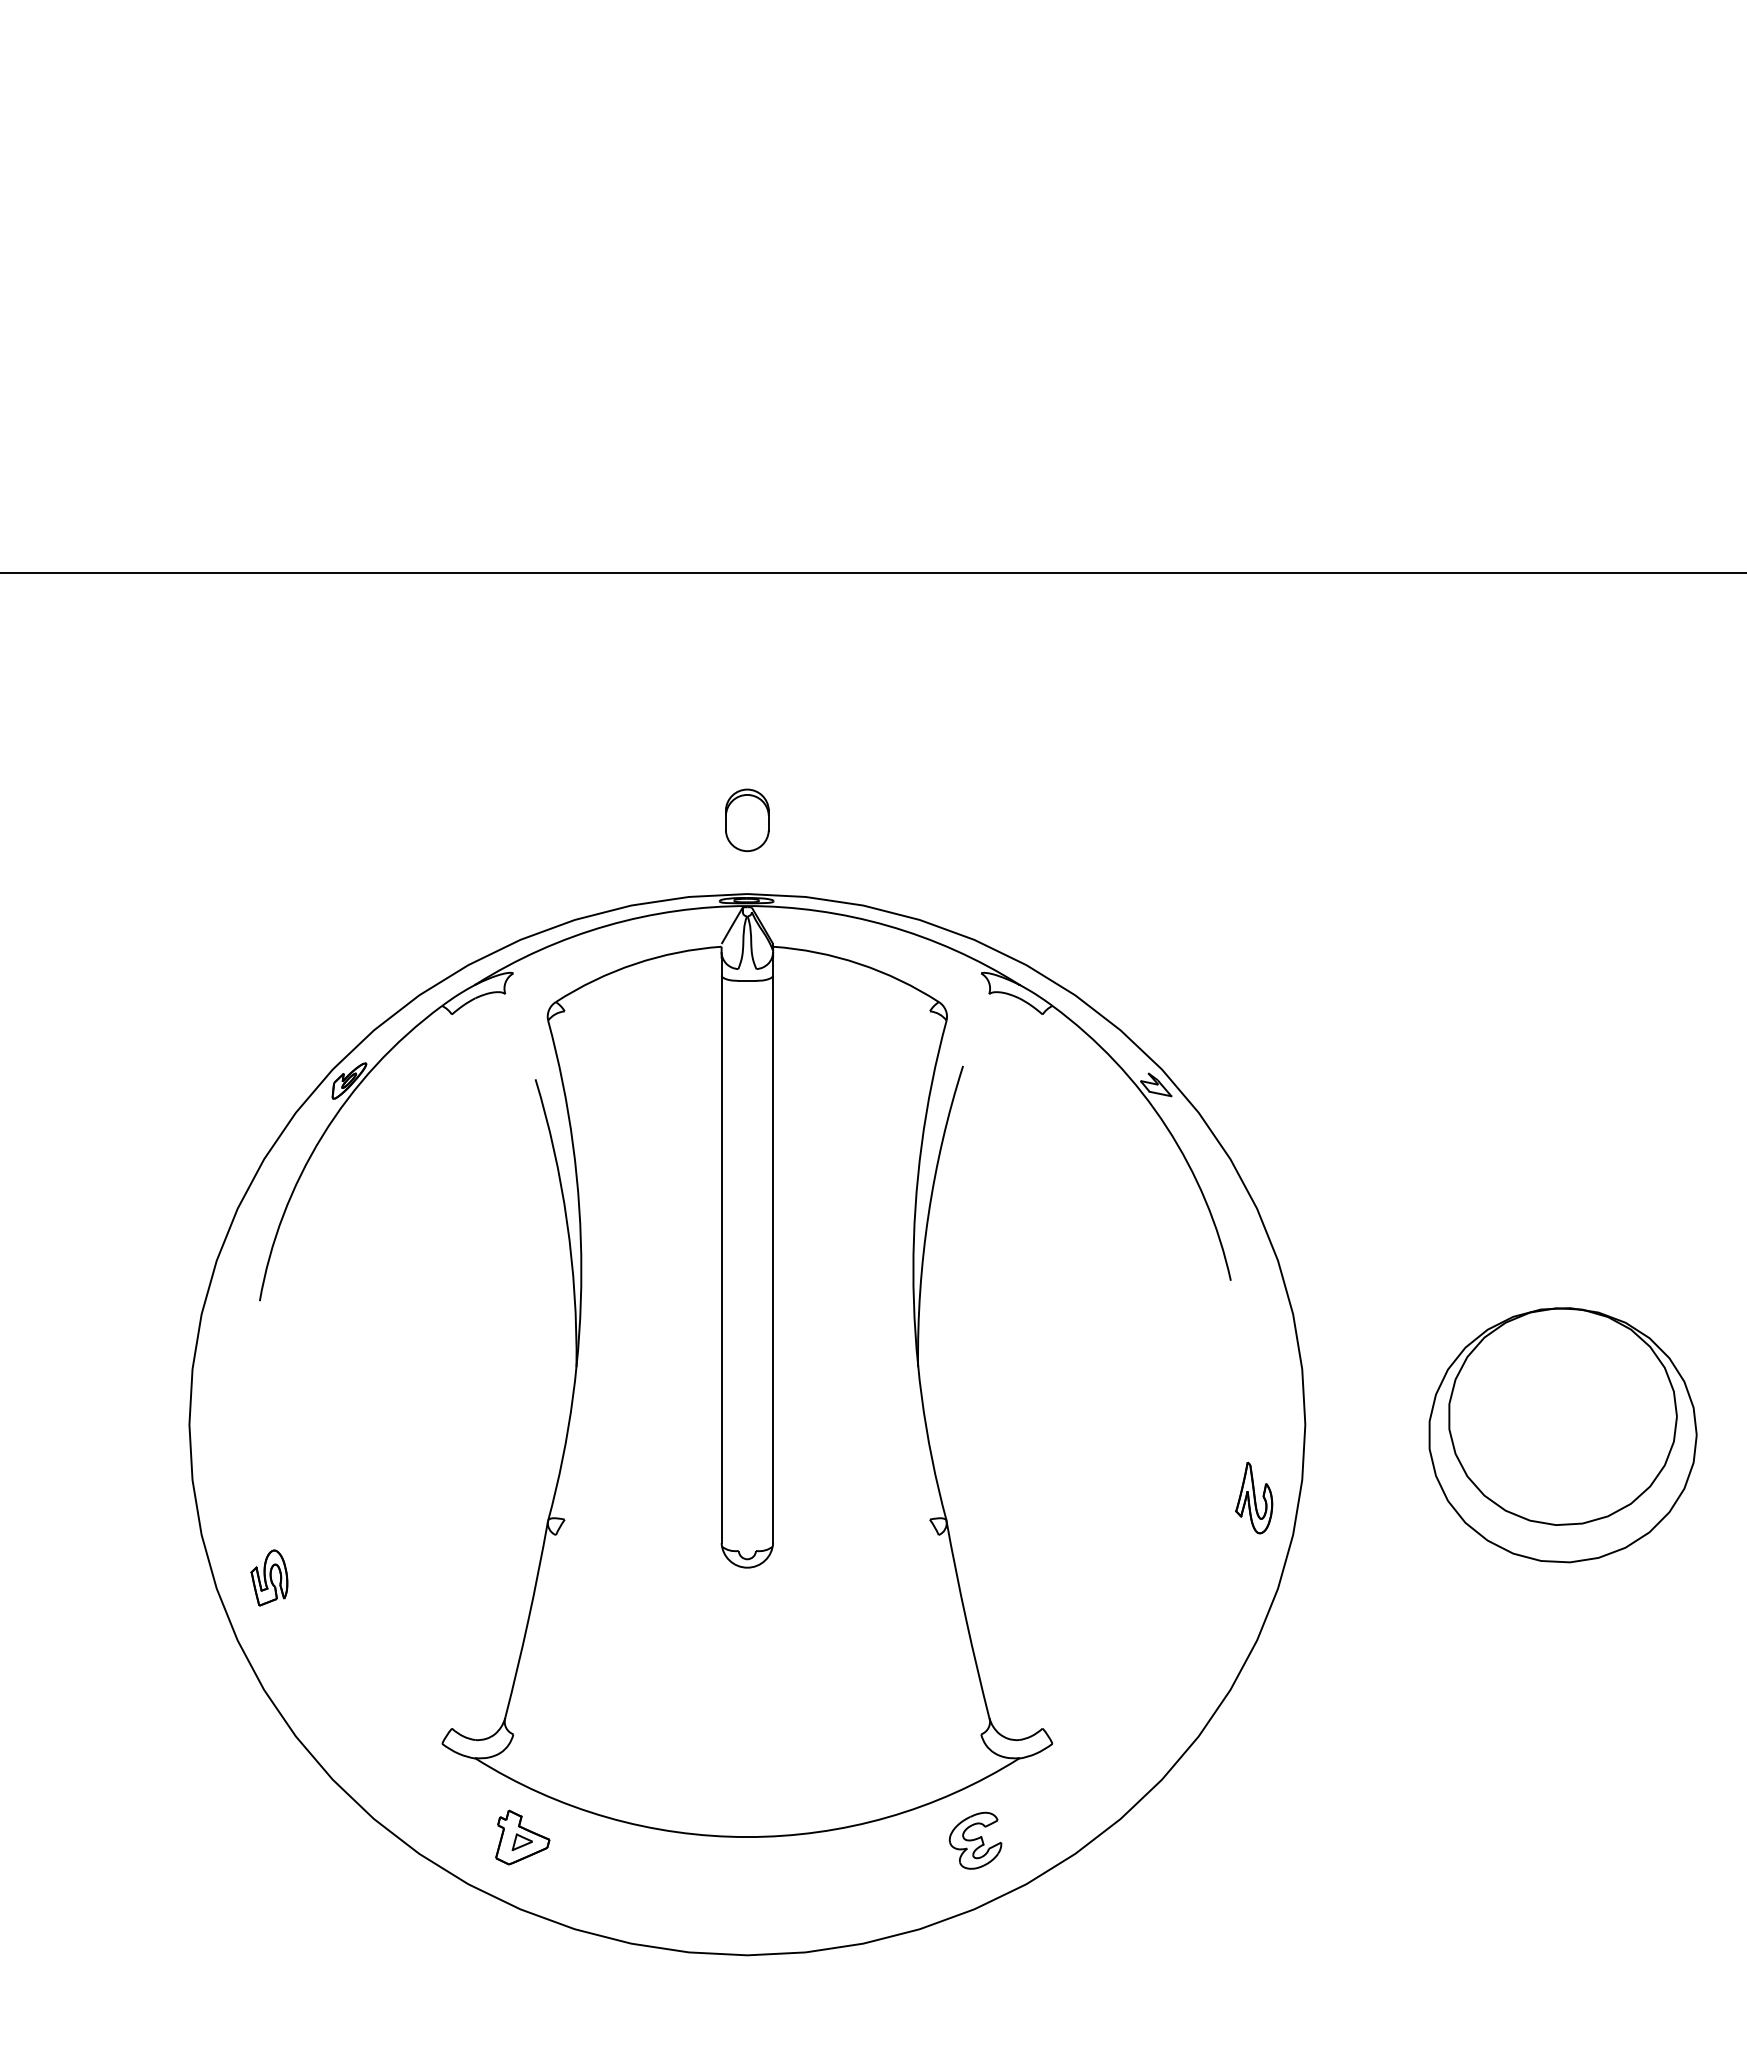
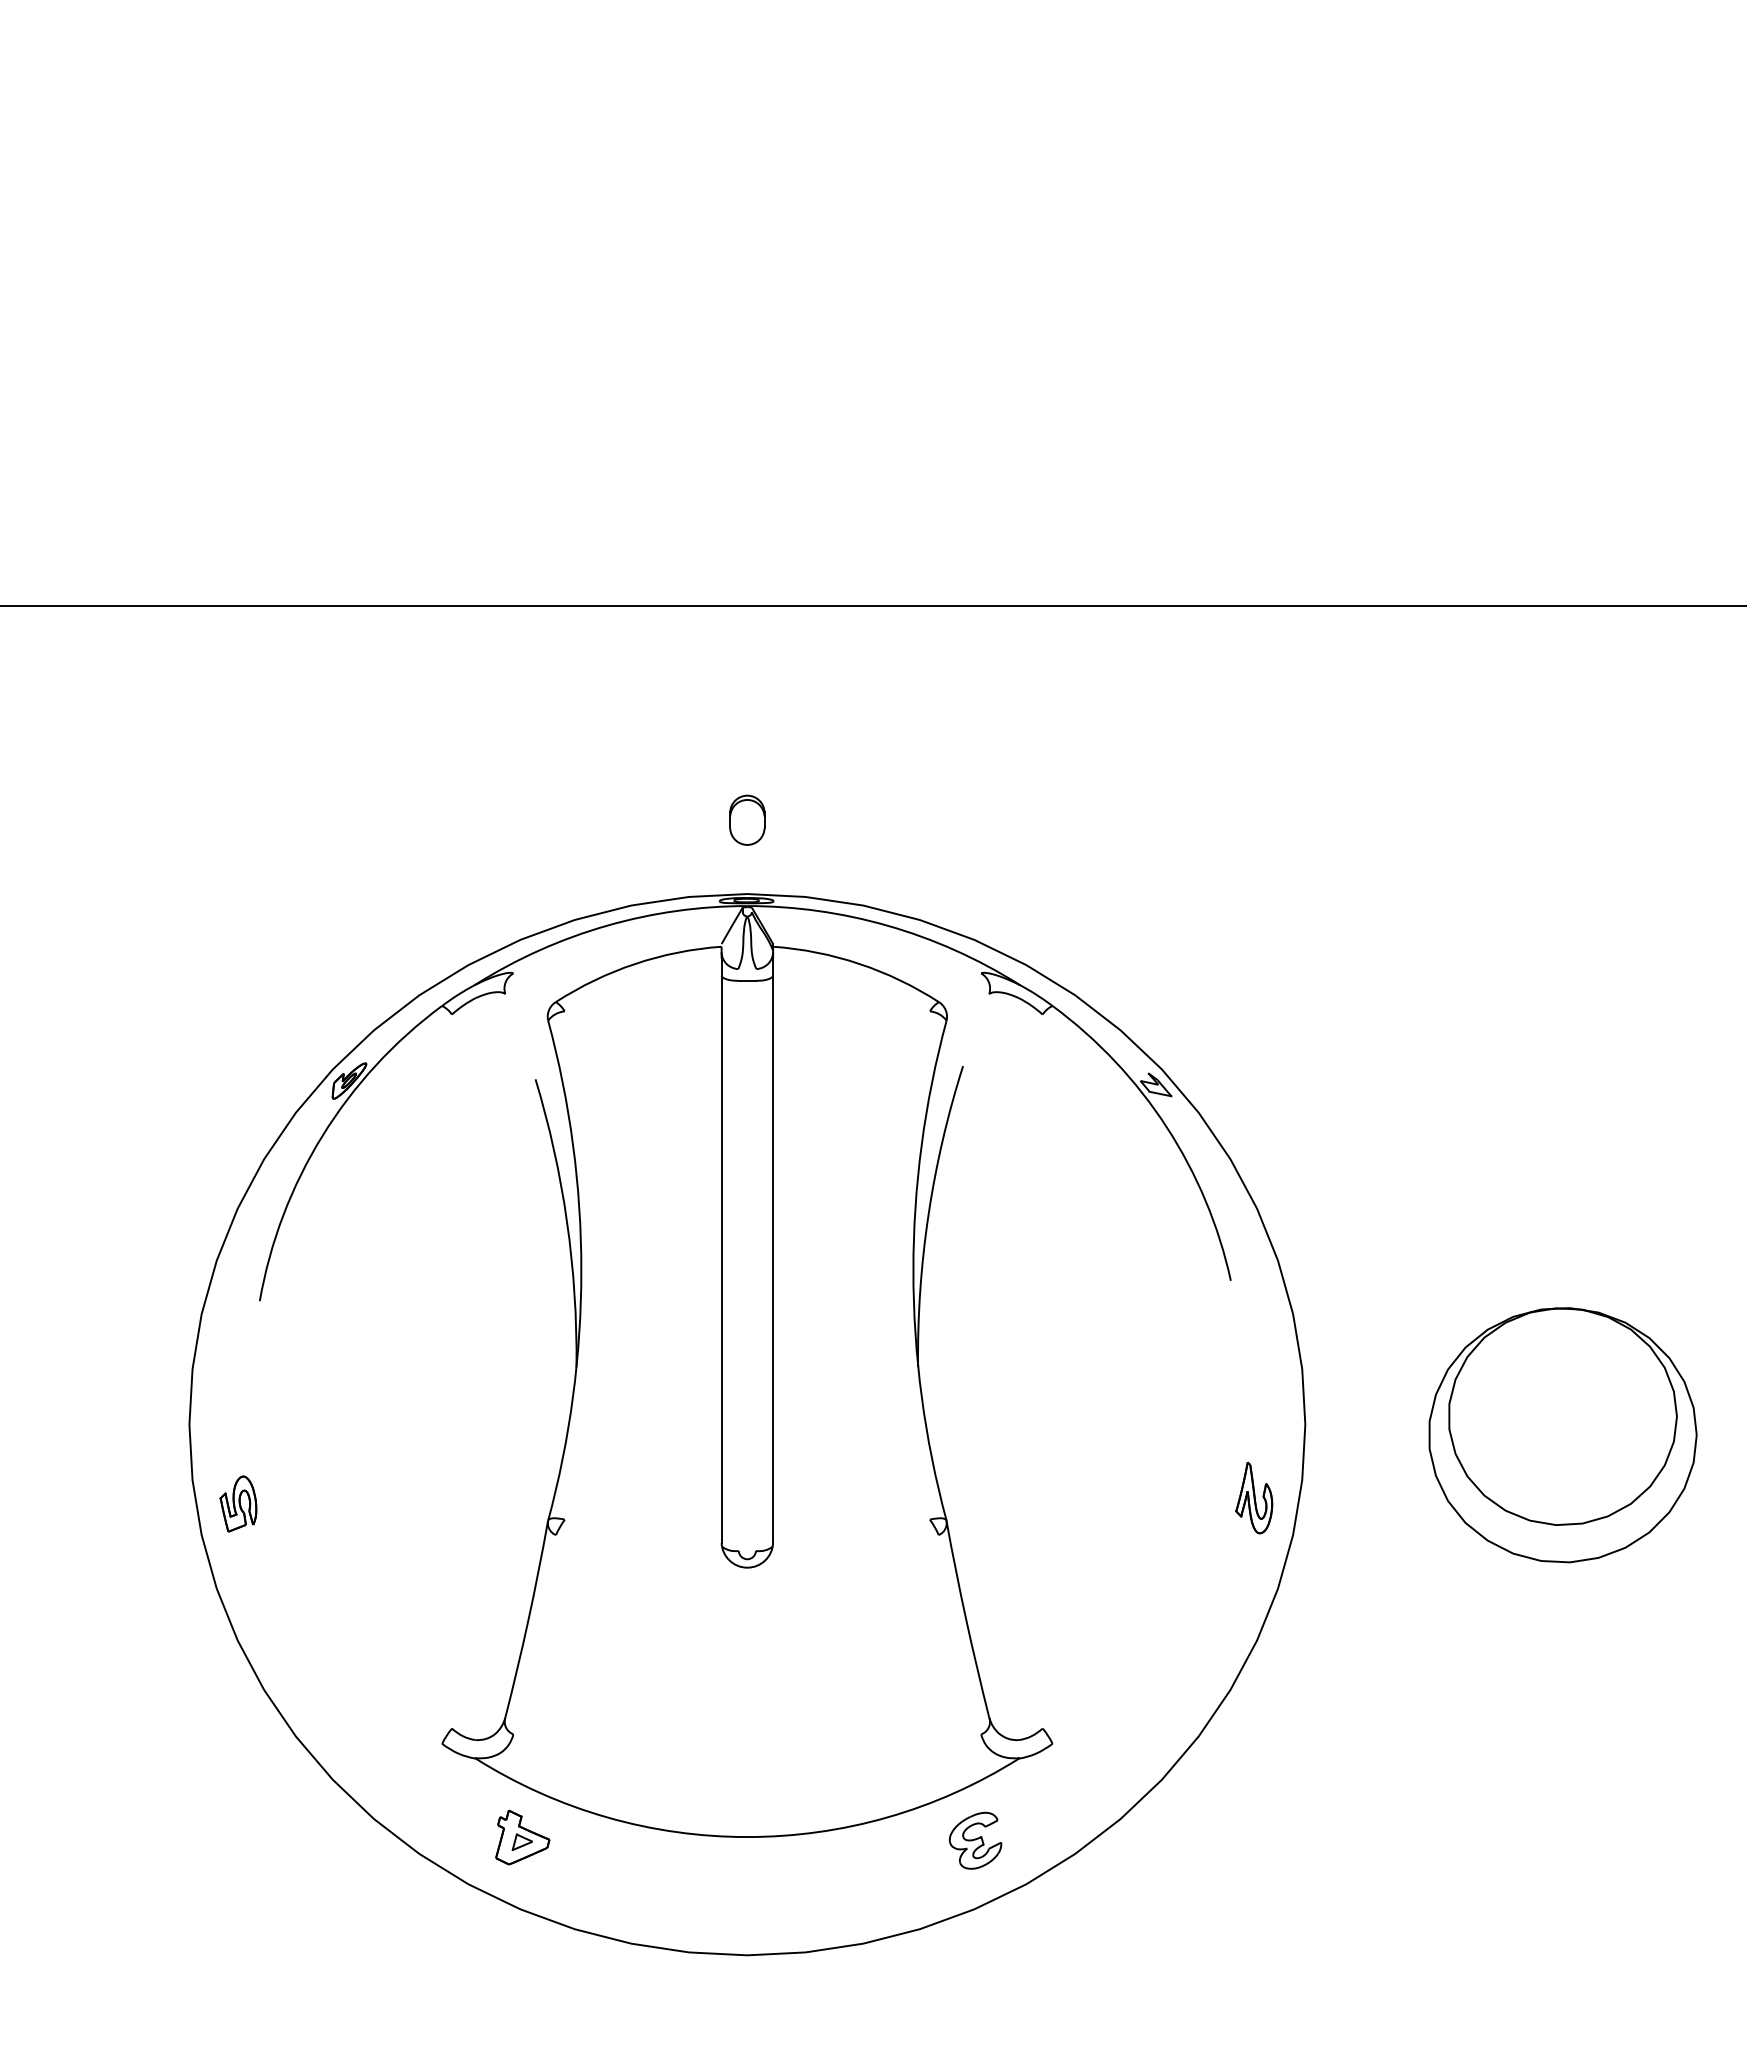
line at (872, 573) position: (872, 573) -> (872, 606)
part at (747, 820) size: 45x65 px -> 37x52 px
part at (269, 1577) position: (269, 1577) -> (238, 1503)
